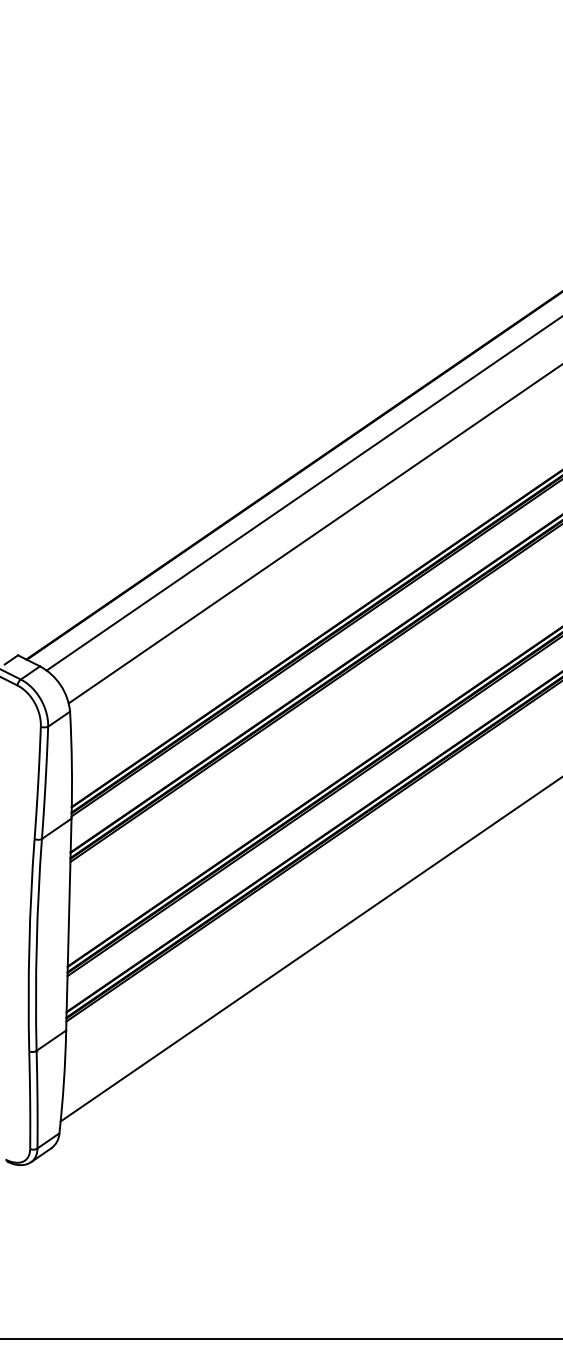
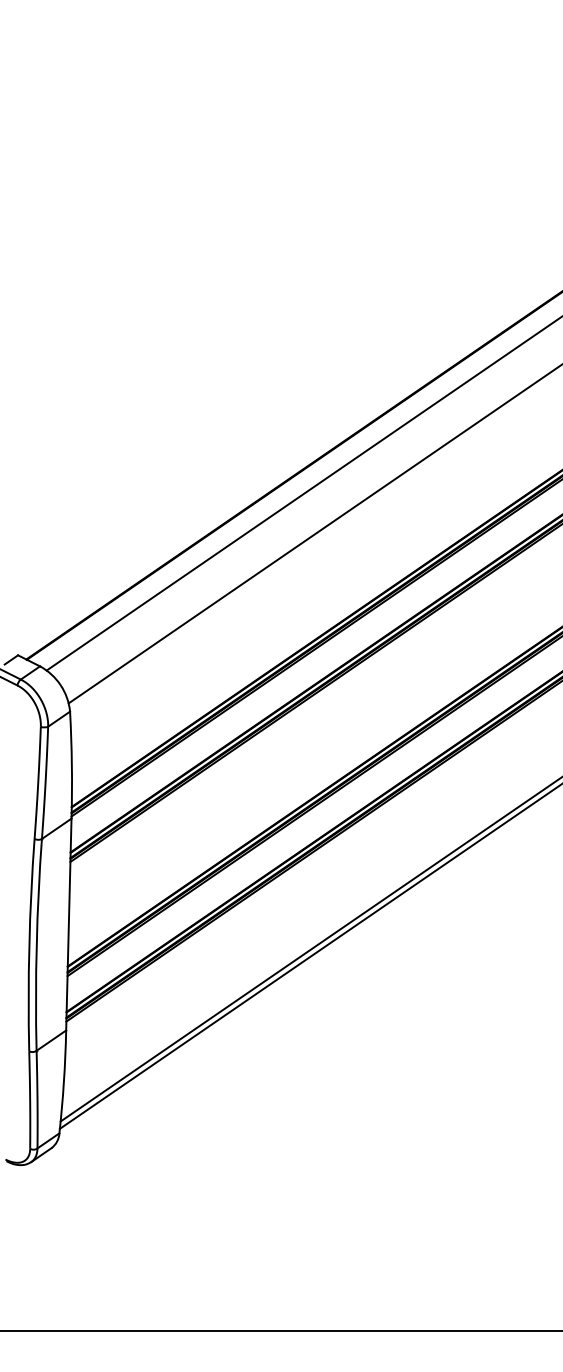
line at (309, 956): none -> present
line at (280, 1338) position: (280, 1338) -> (280, 1330)
